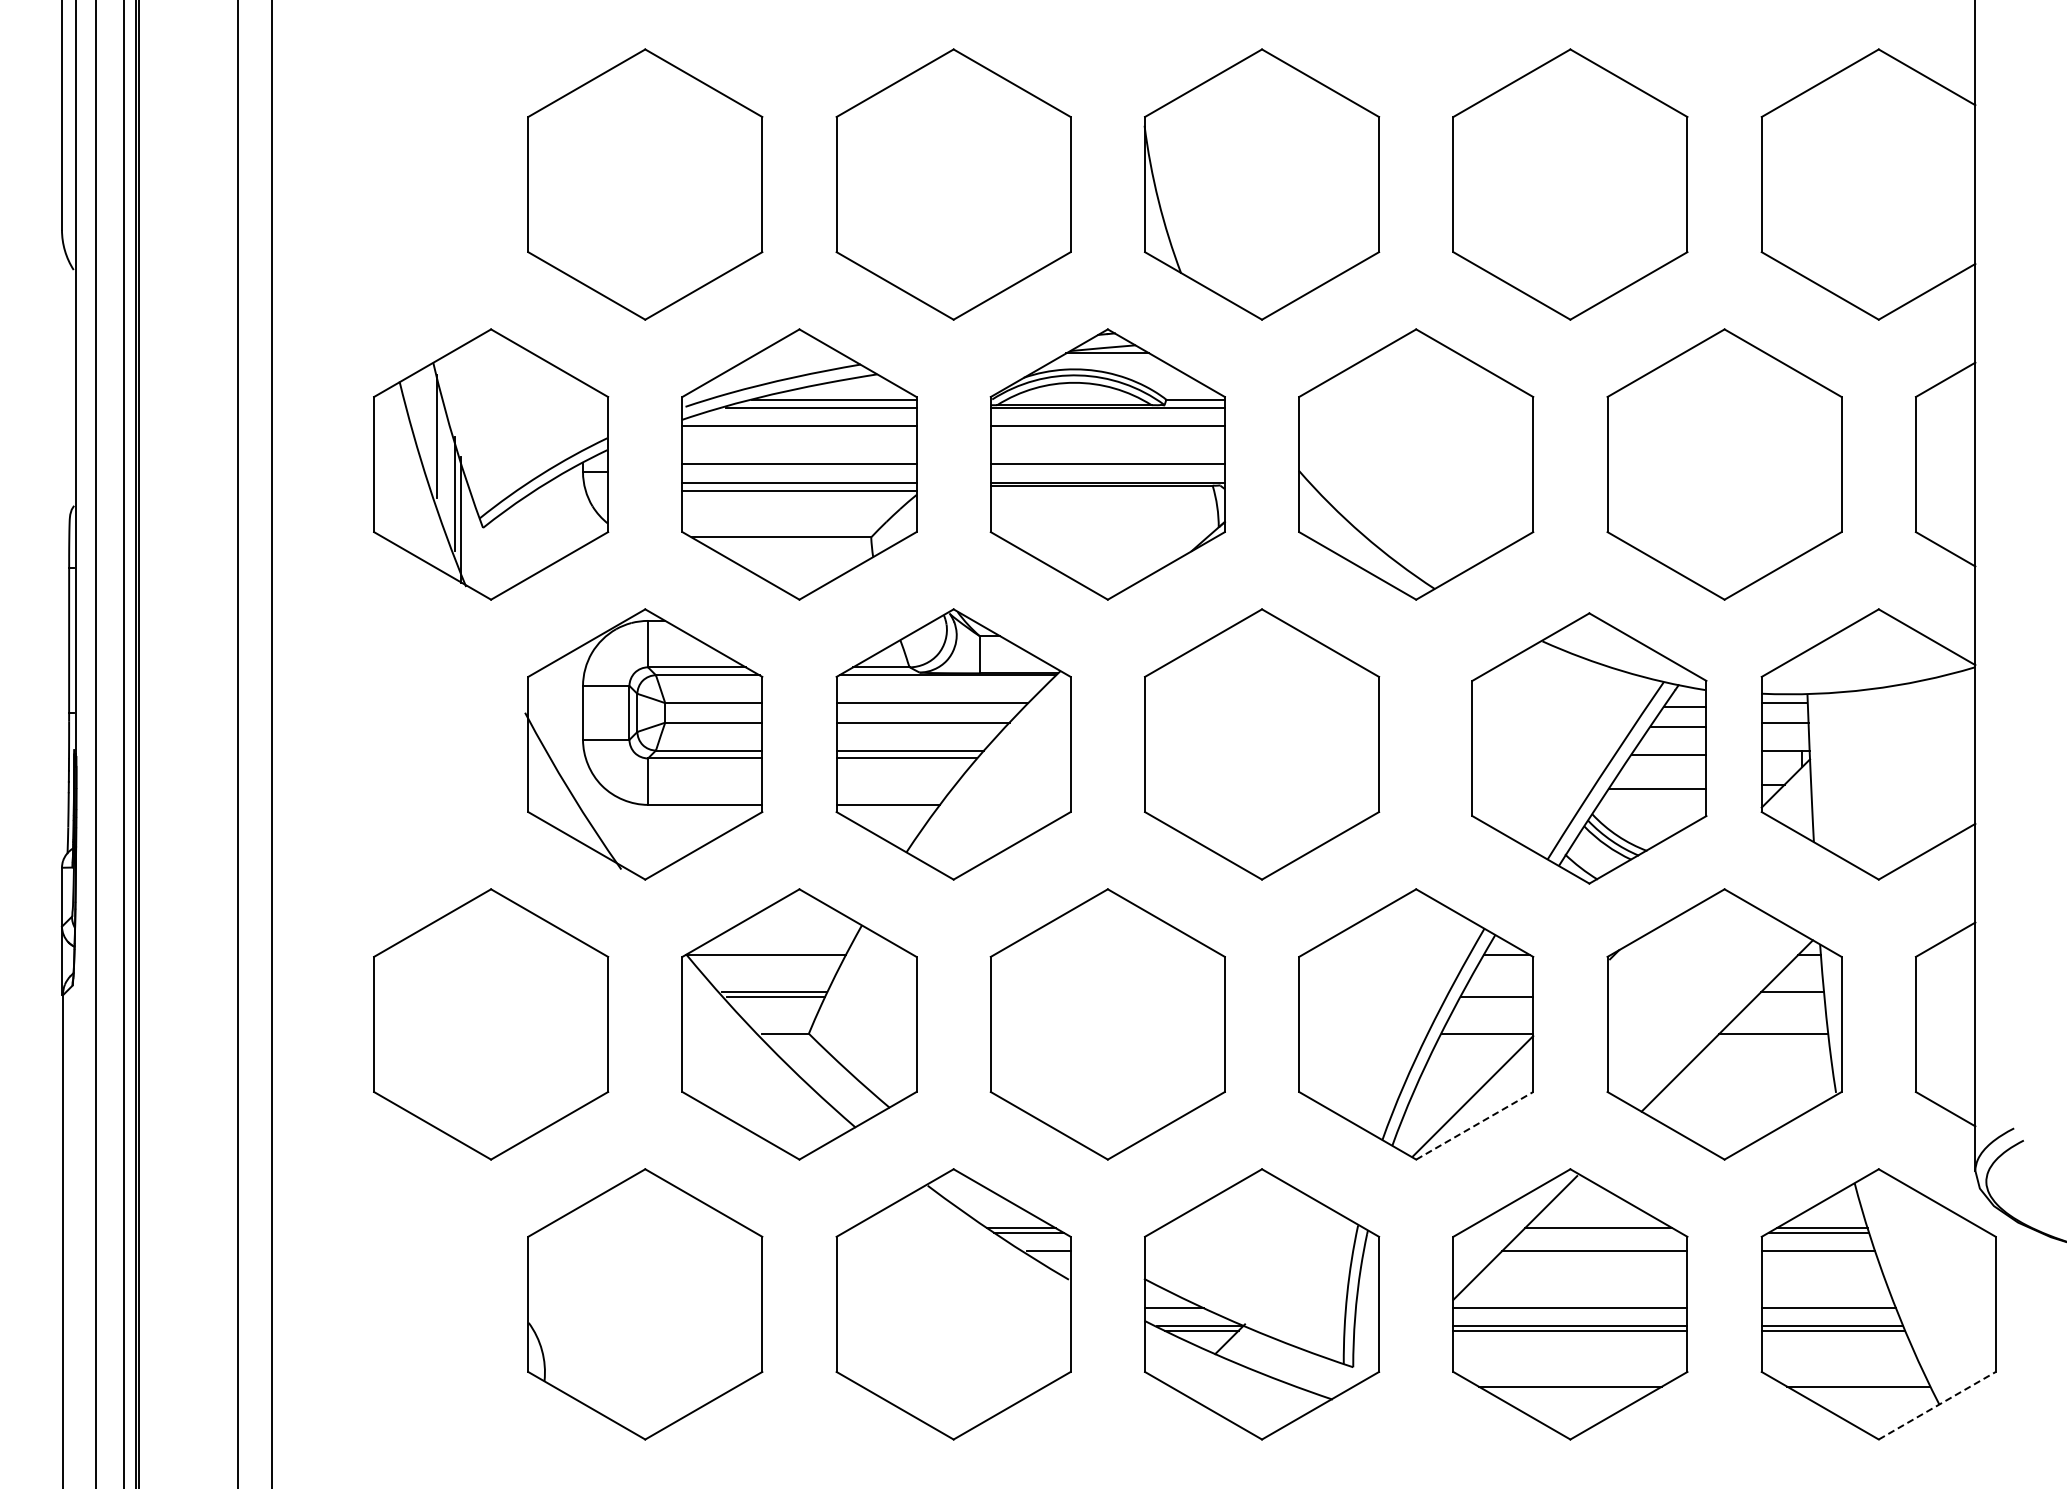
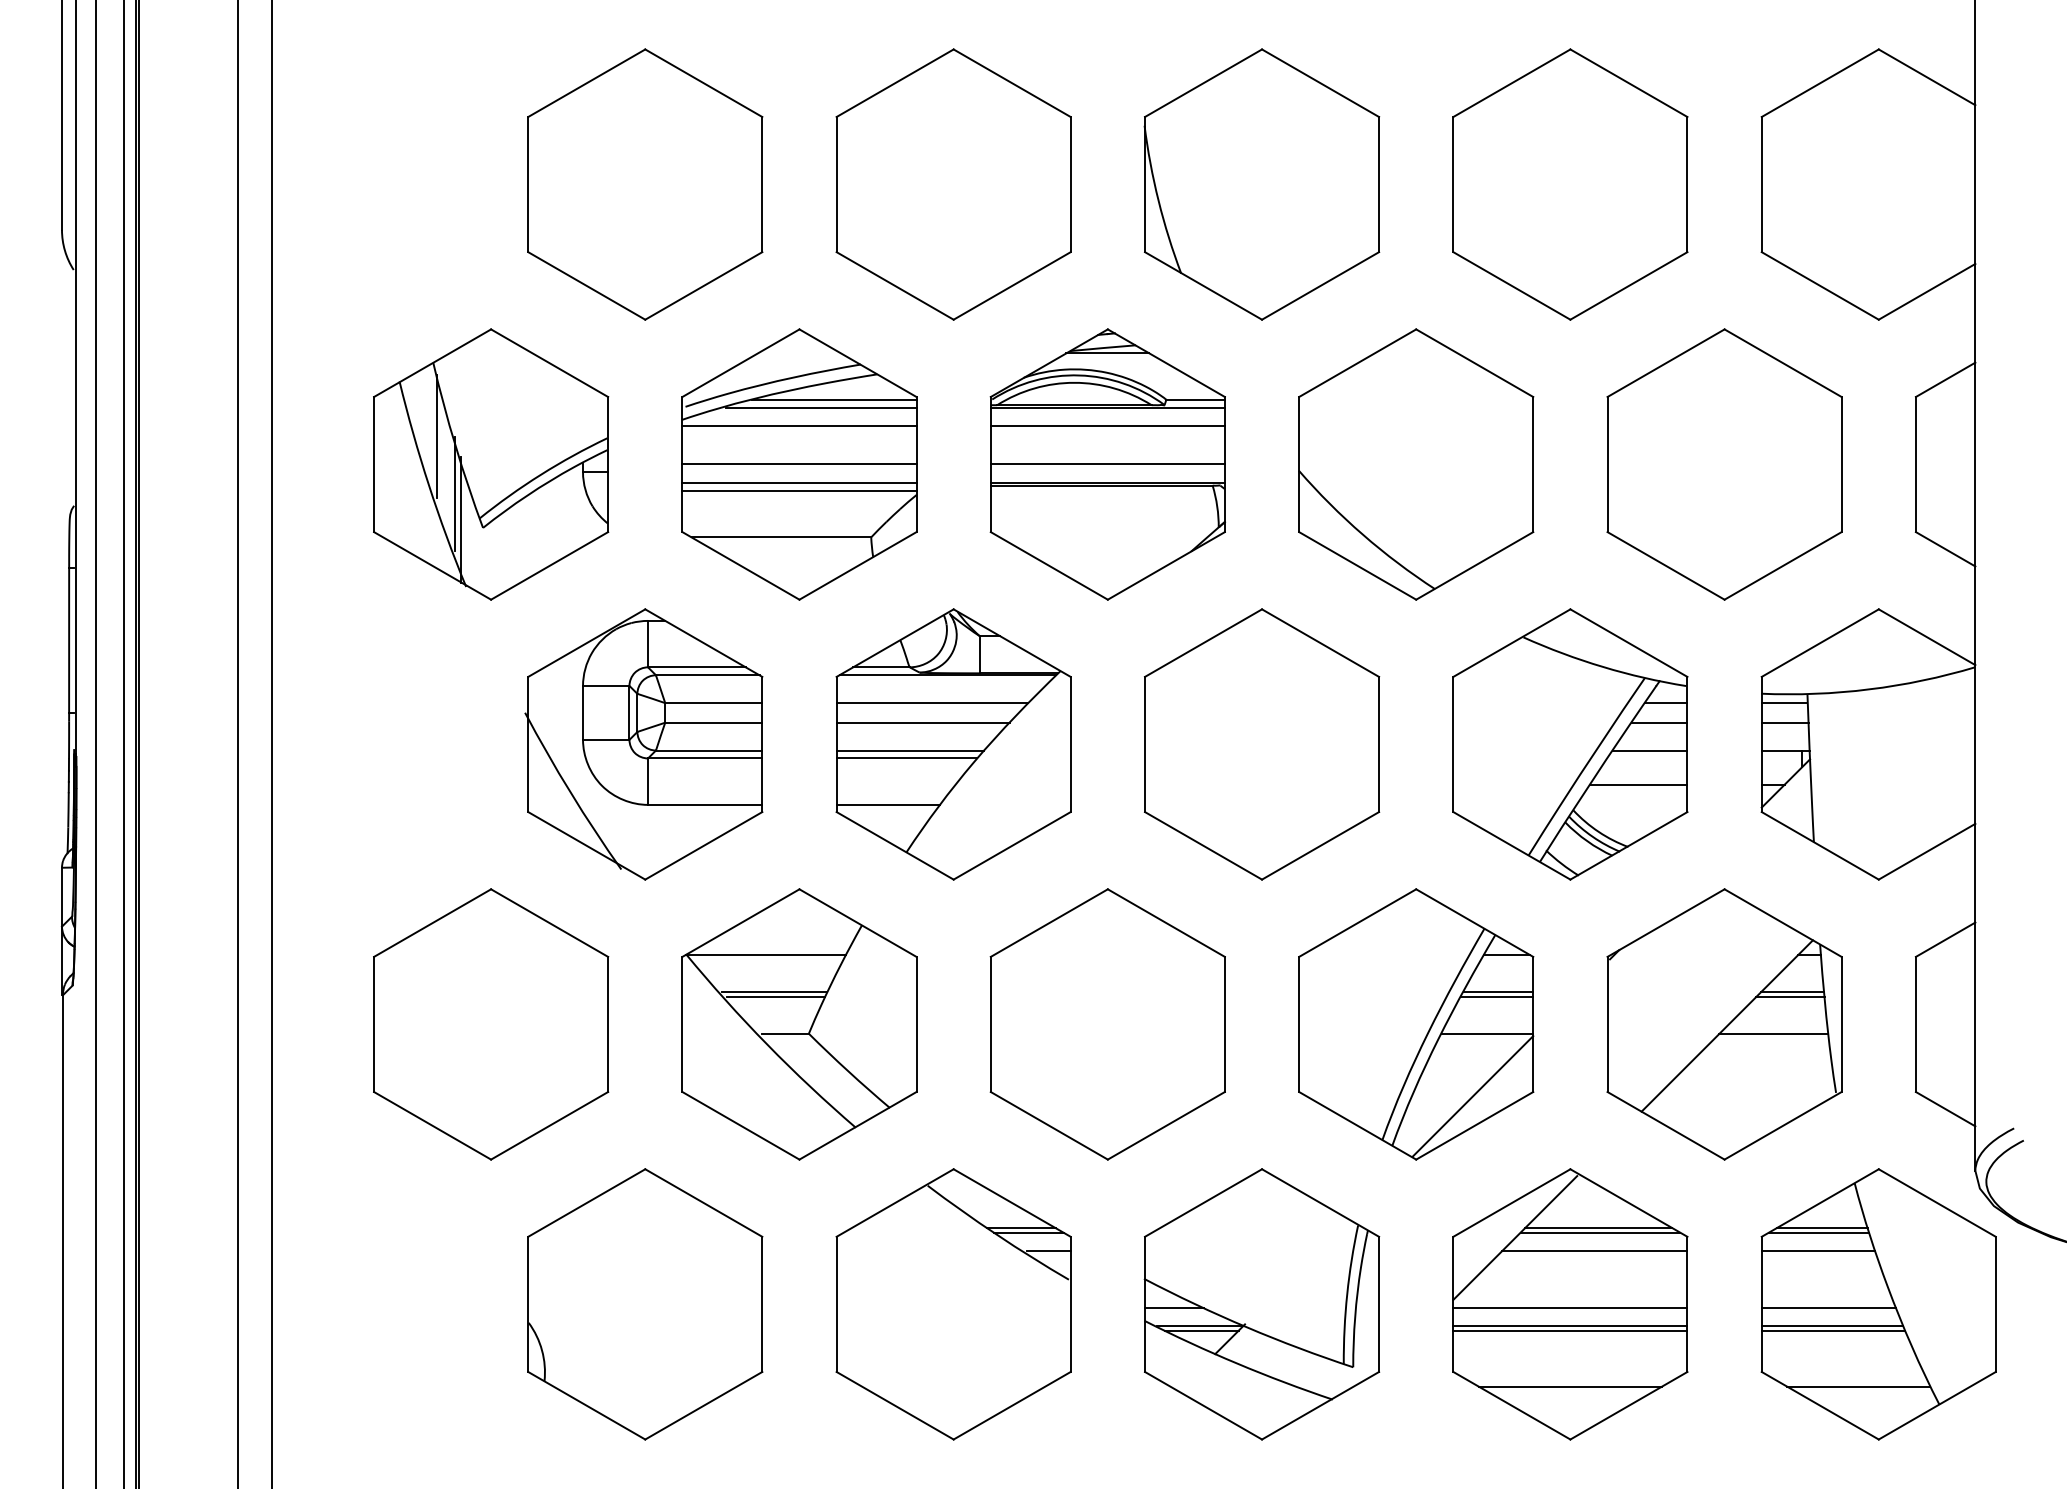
part at (1589, 748) position: (1589, 748) -> (1570, 744)
line at (1498, 992): none -> present
line at (1789, 997): none -> present
line at (1474, 1125): dashed -> solid
line at (1600, 1232): none -> present
line at (1937, 1405): dashed -> solid
